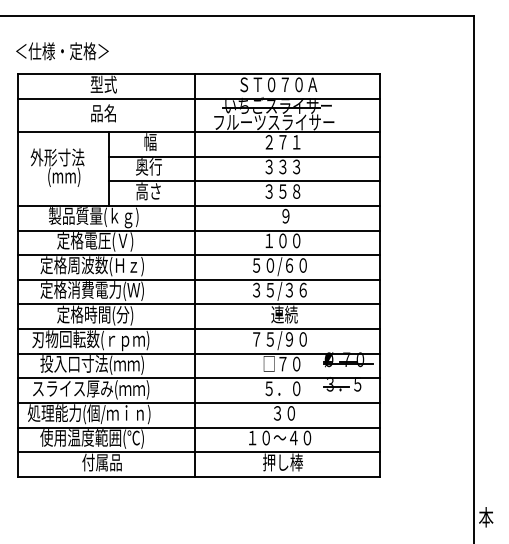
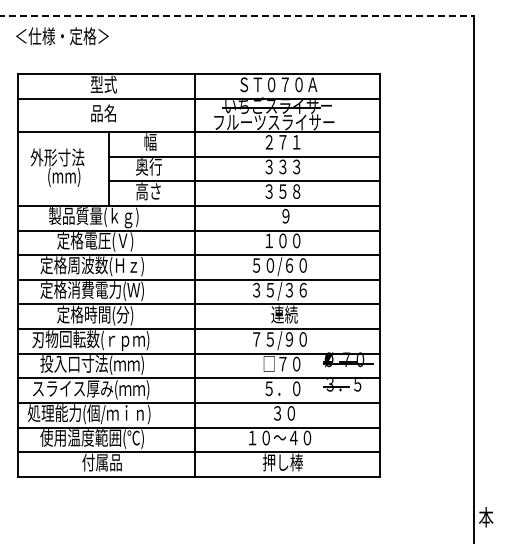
line at (237, 16): solid -> dashed
text at (62, 51) position: (62, 51) -> (62, 36)
